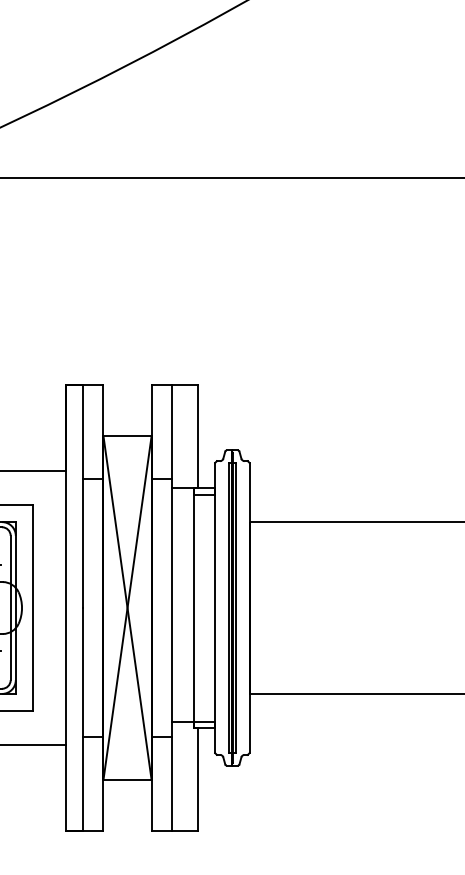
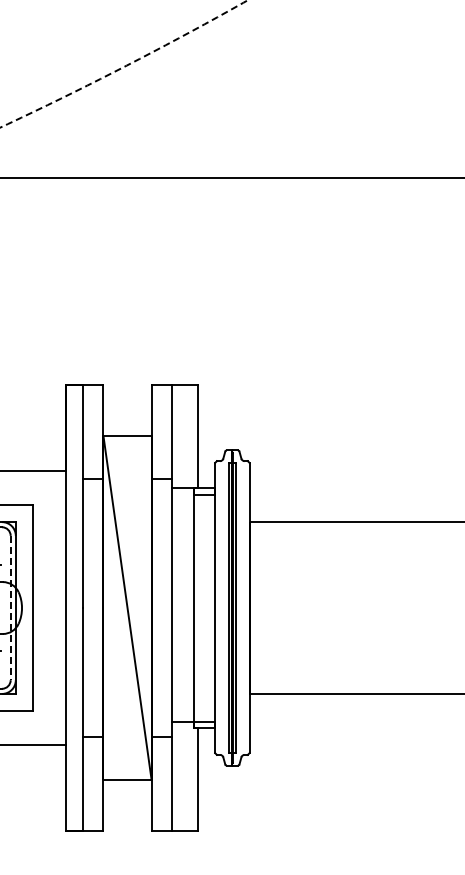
arc at (125, 66): solid -> dashed
line at (127, 607): present -> none
line at (10, 608): solid -> dashed
